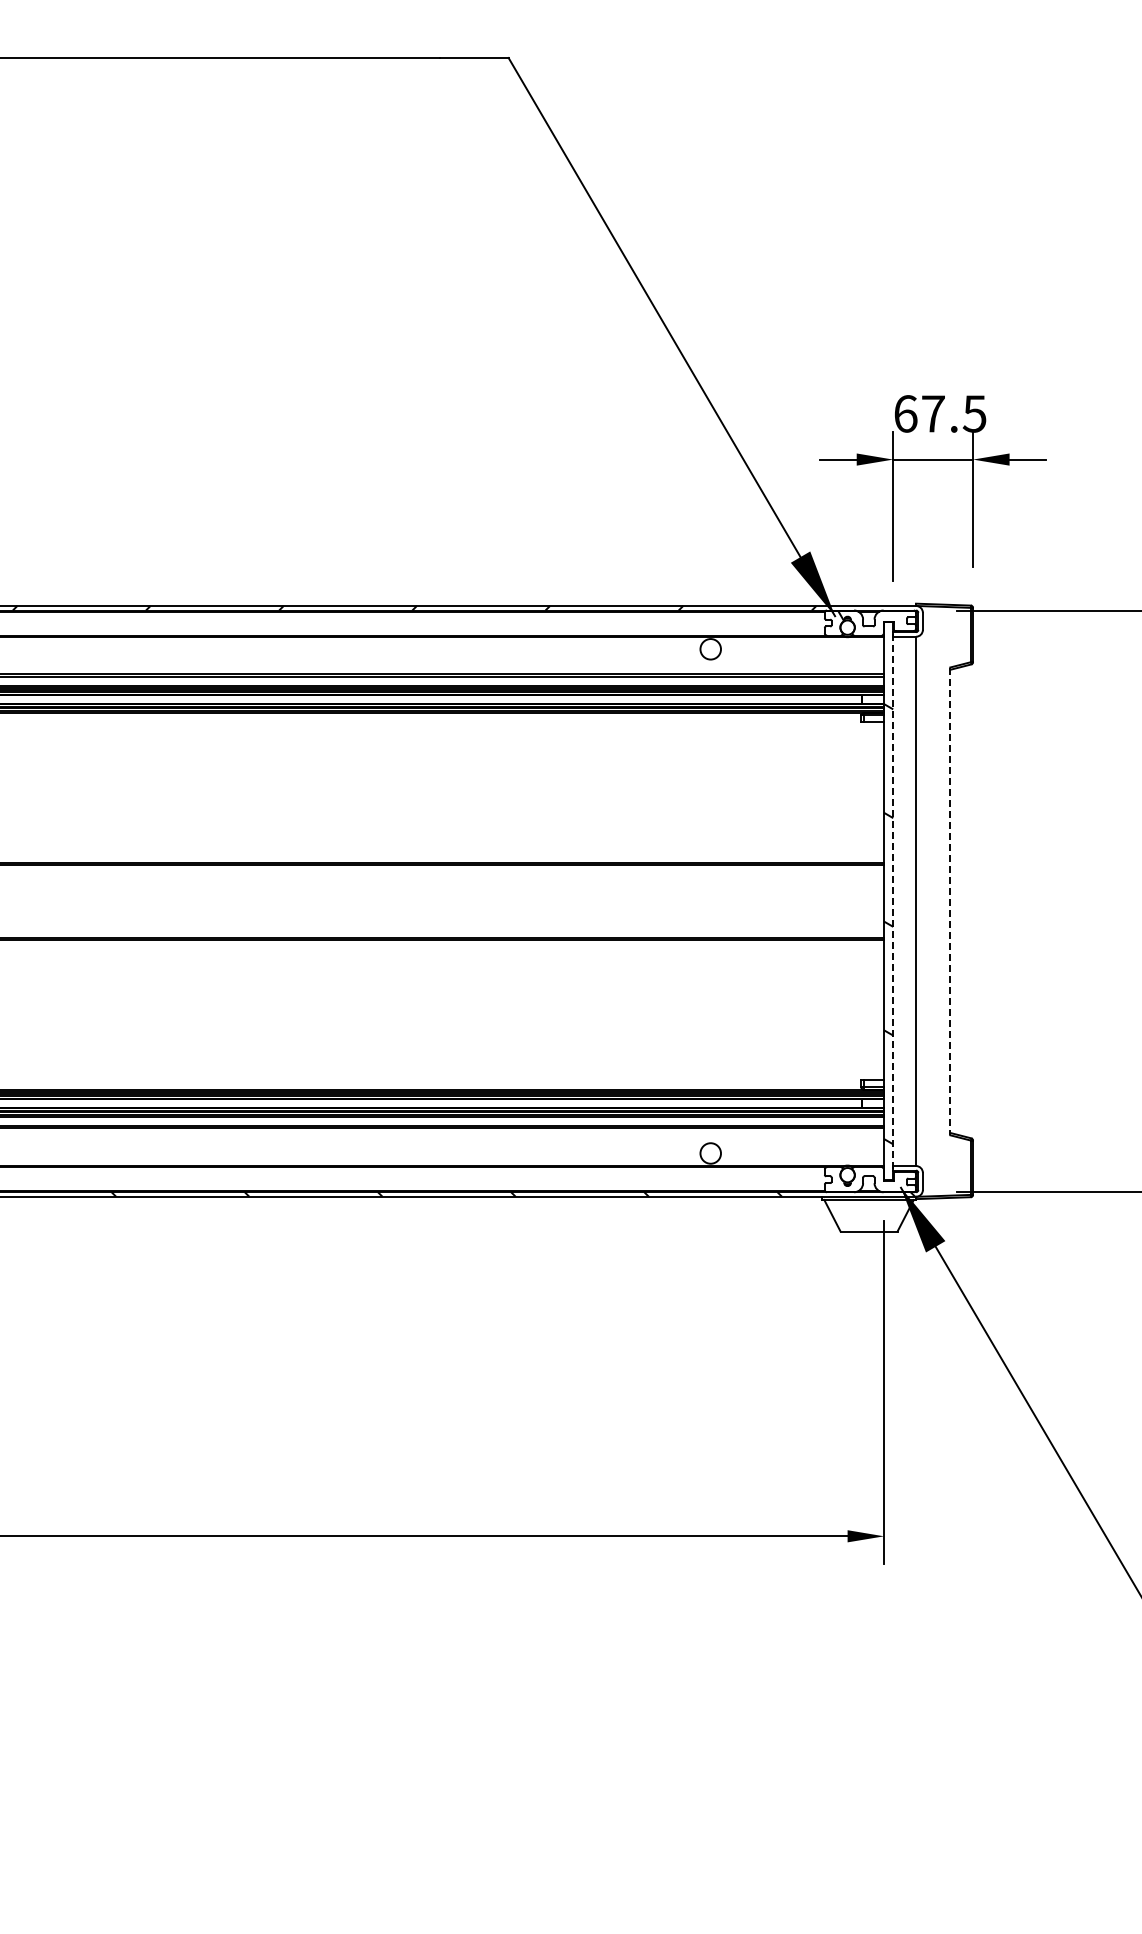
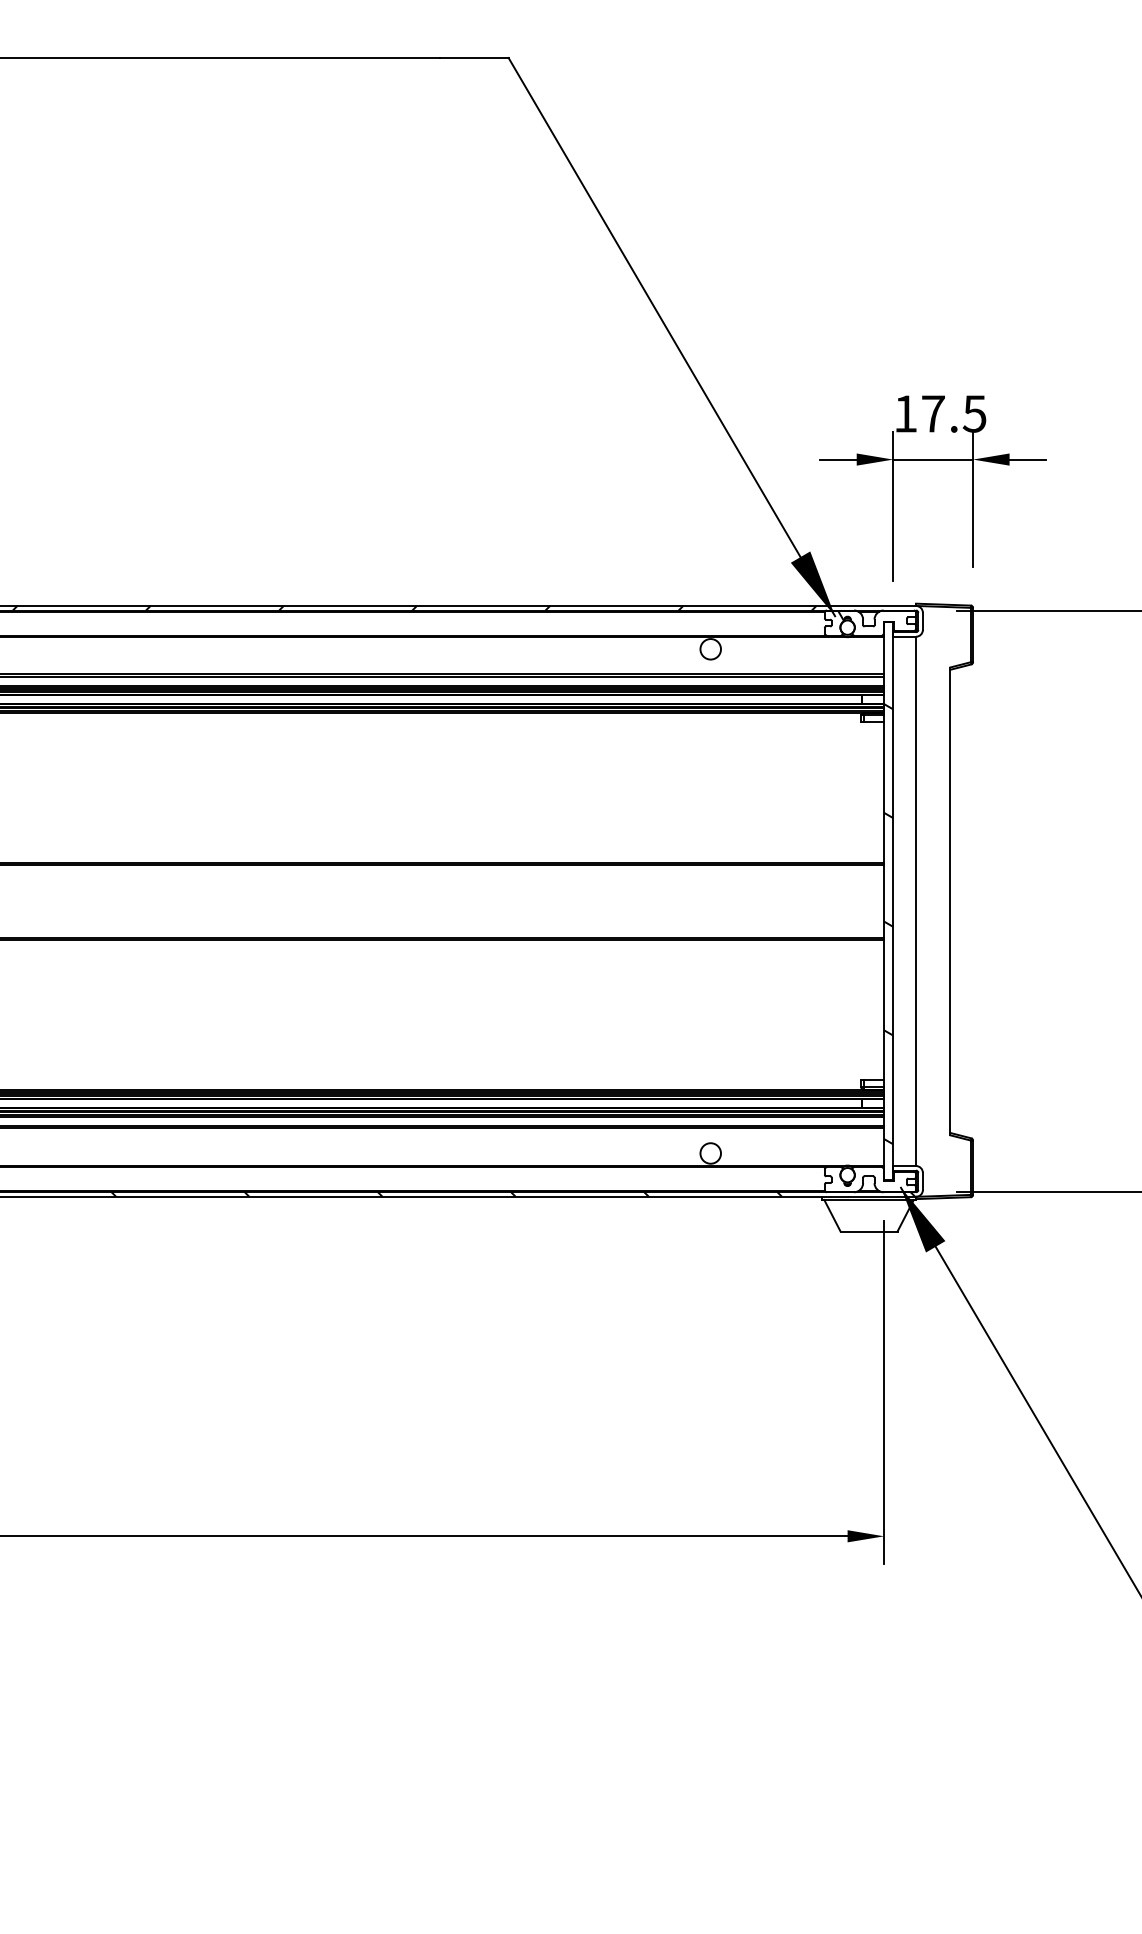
text at (905, 413): 67.5 -> 17.5
line at (893, 900): dashed -> solid
line at (950, 901): dashed -> solid
